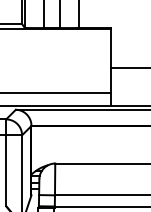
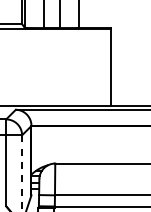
line at (128, 68): present -> none
line at (56, 92): present -> none
line at (22, 174): solid -> dashed
